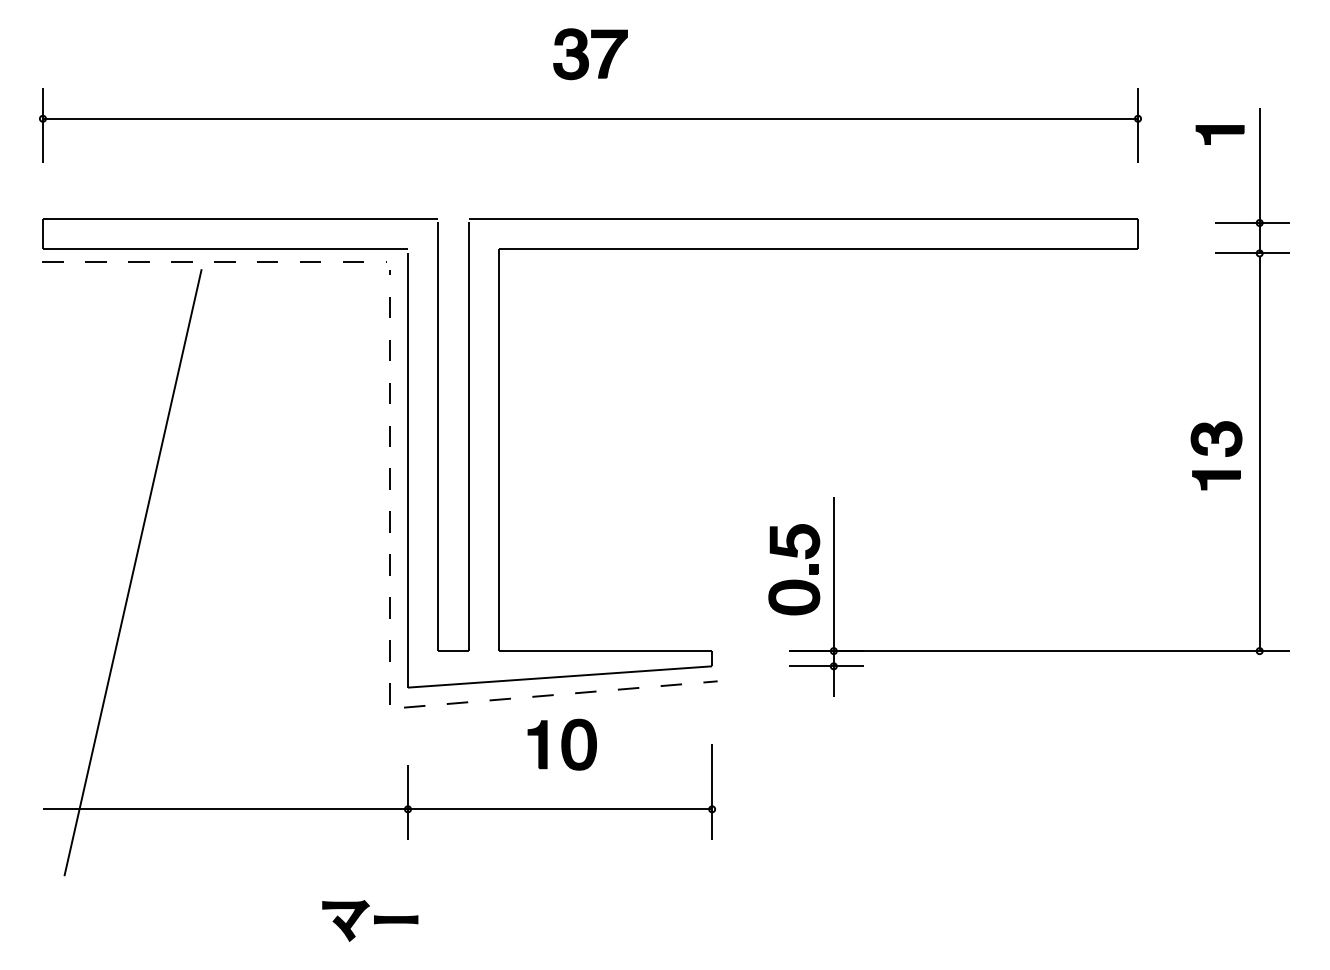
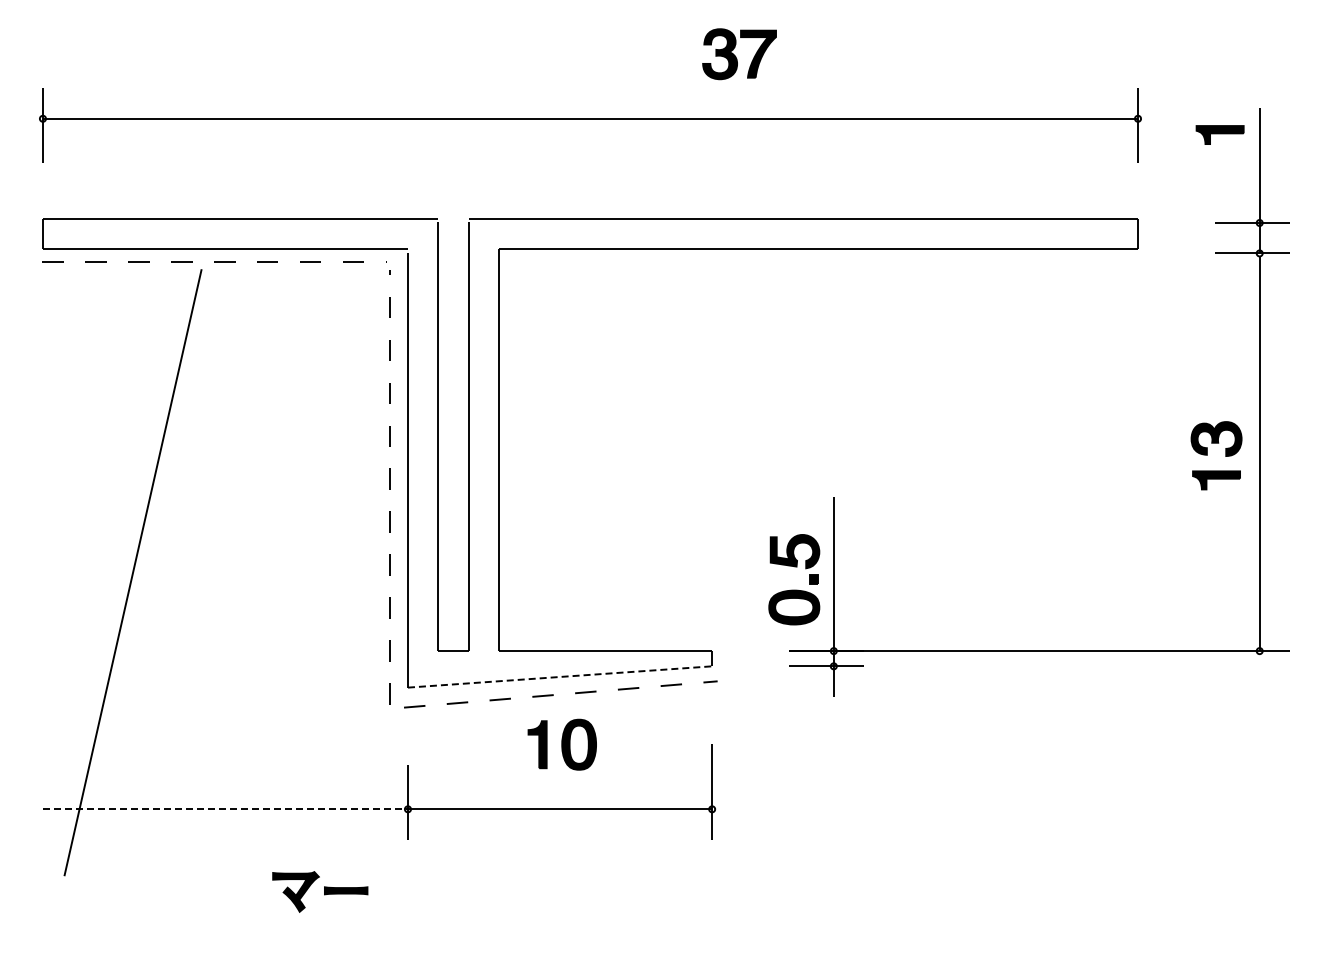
part at (590, 54) position: (590, 54) -> (739, 54)
part at (794, 579) position: (794, 579) -> (794, 589)
line at (560, 676): solid -> dashed
line at (225, 809): solid -> dashed
part at (370, 920) position: (370, 920) -> (320, 891)
